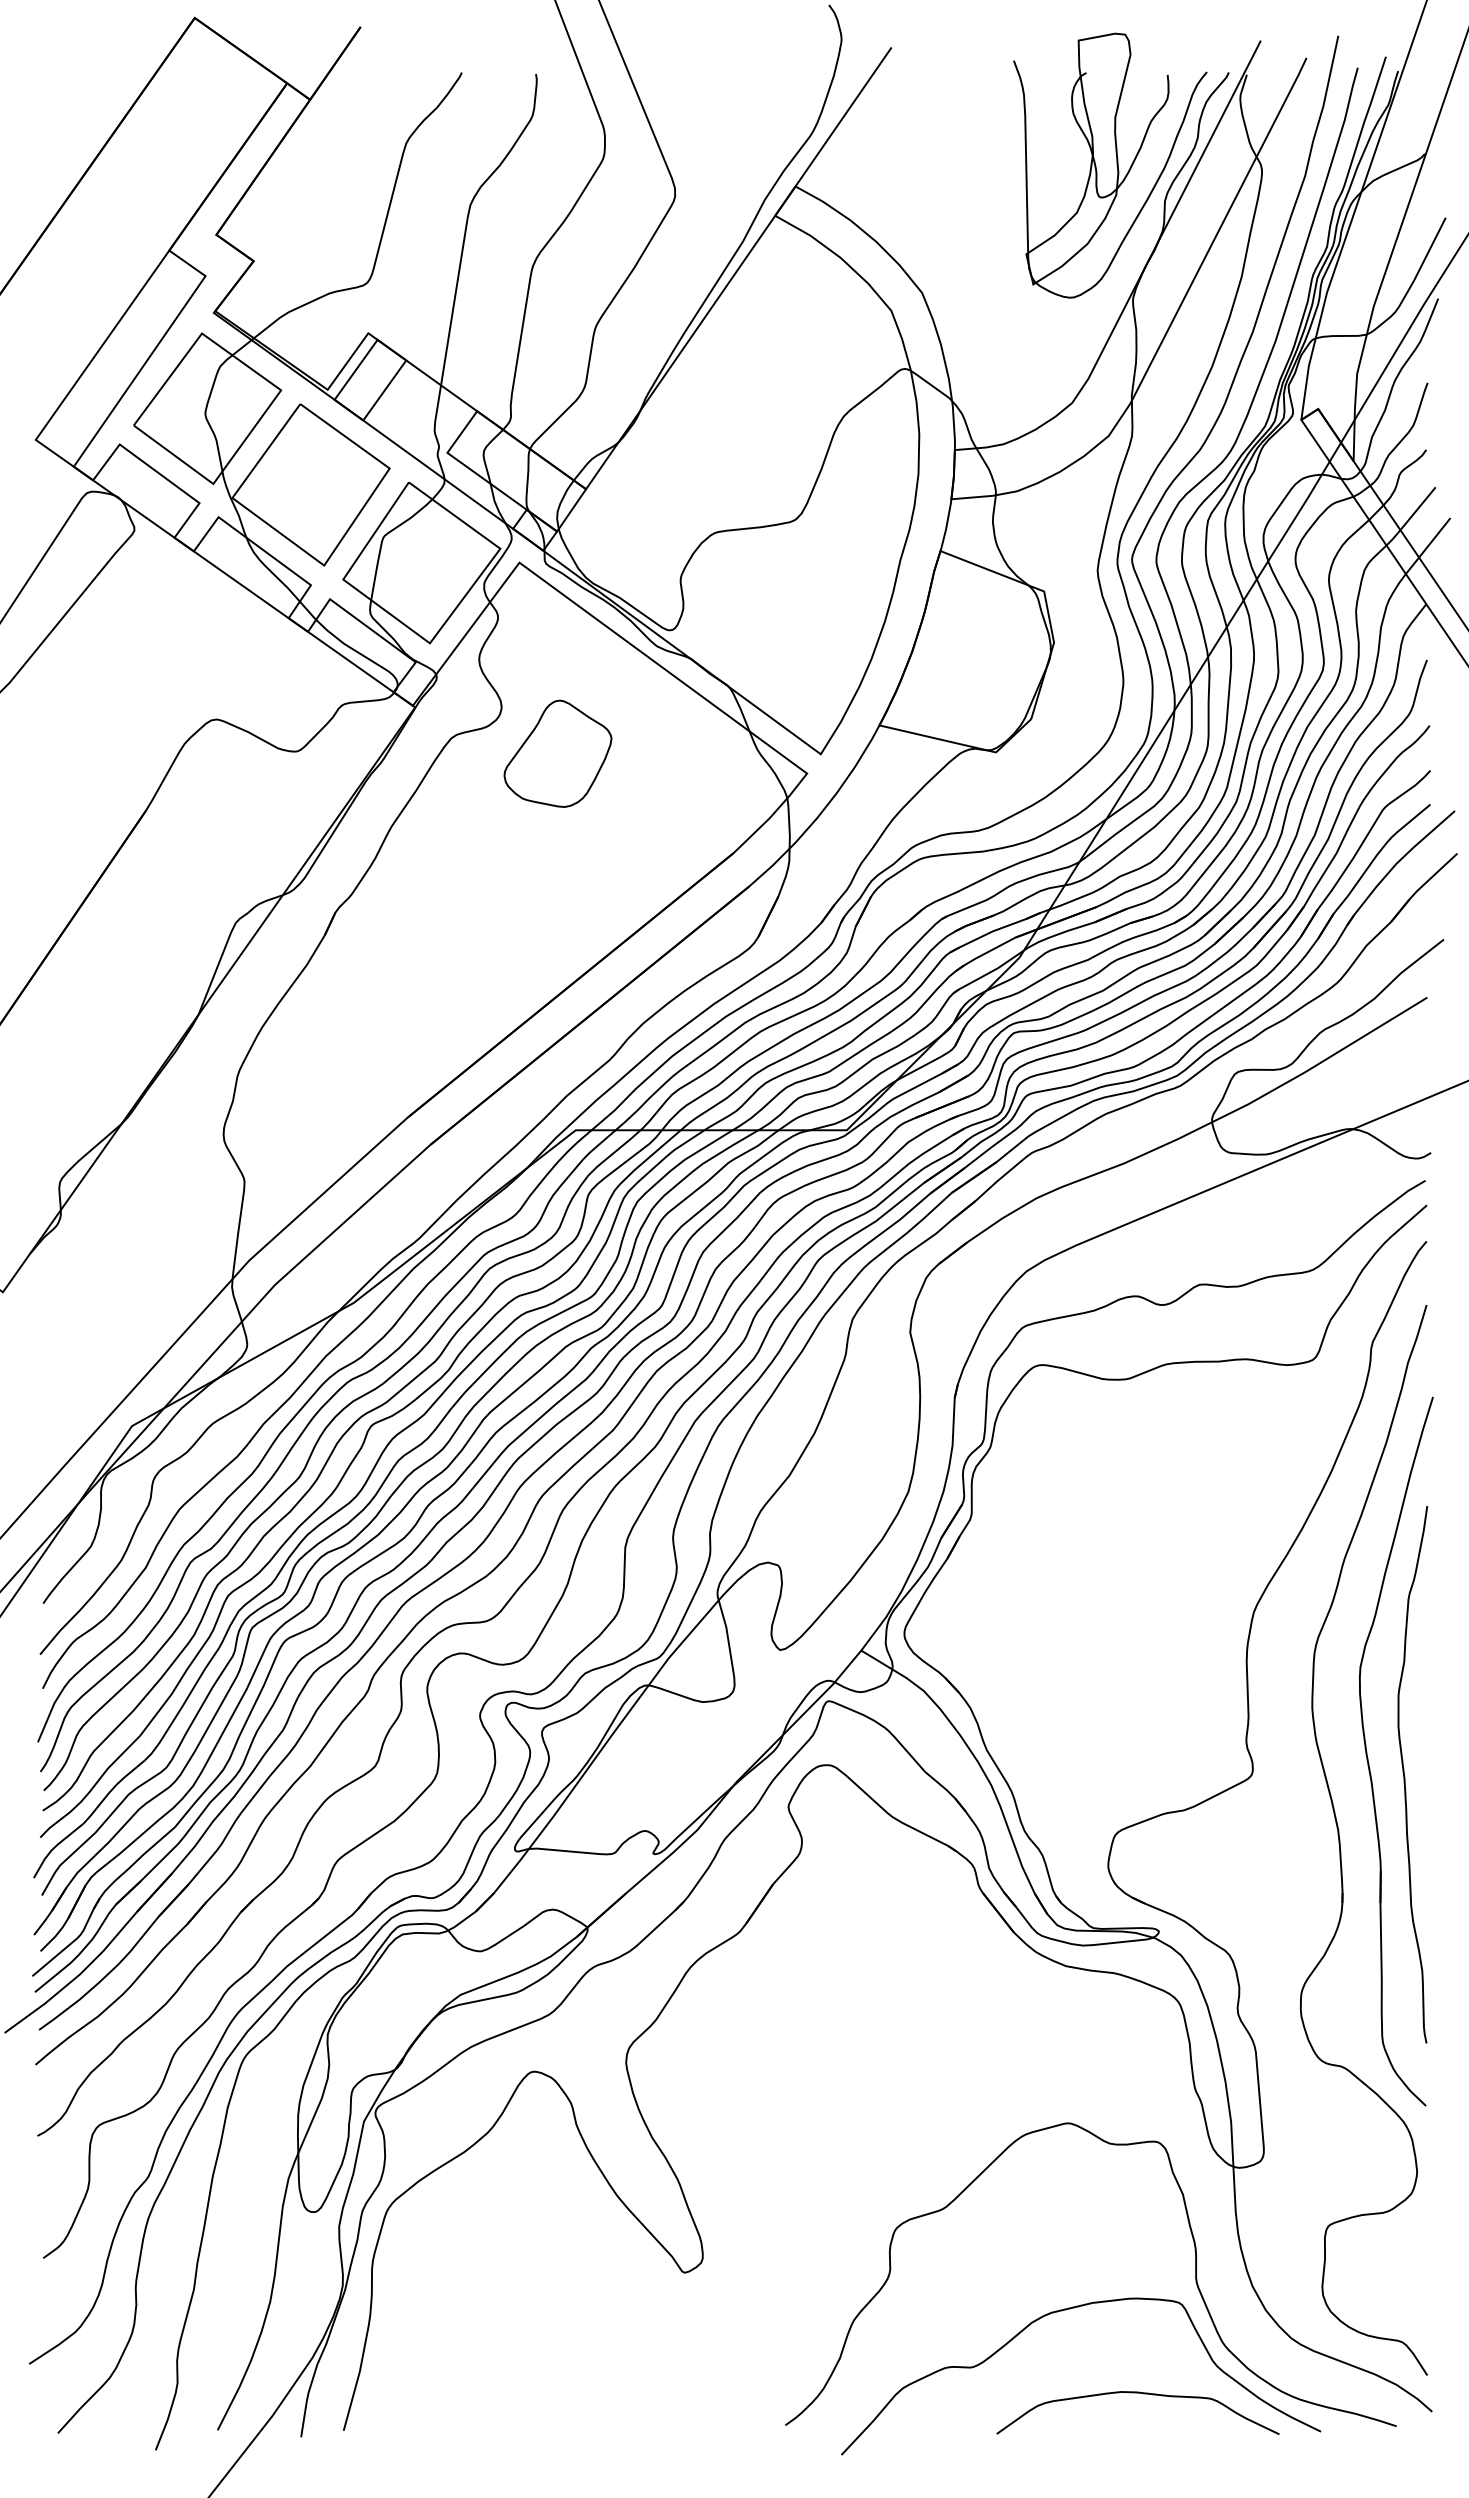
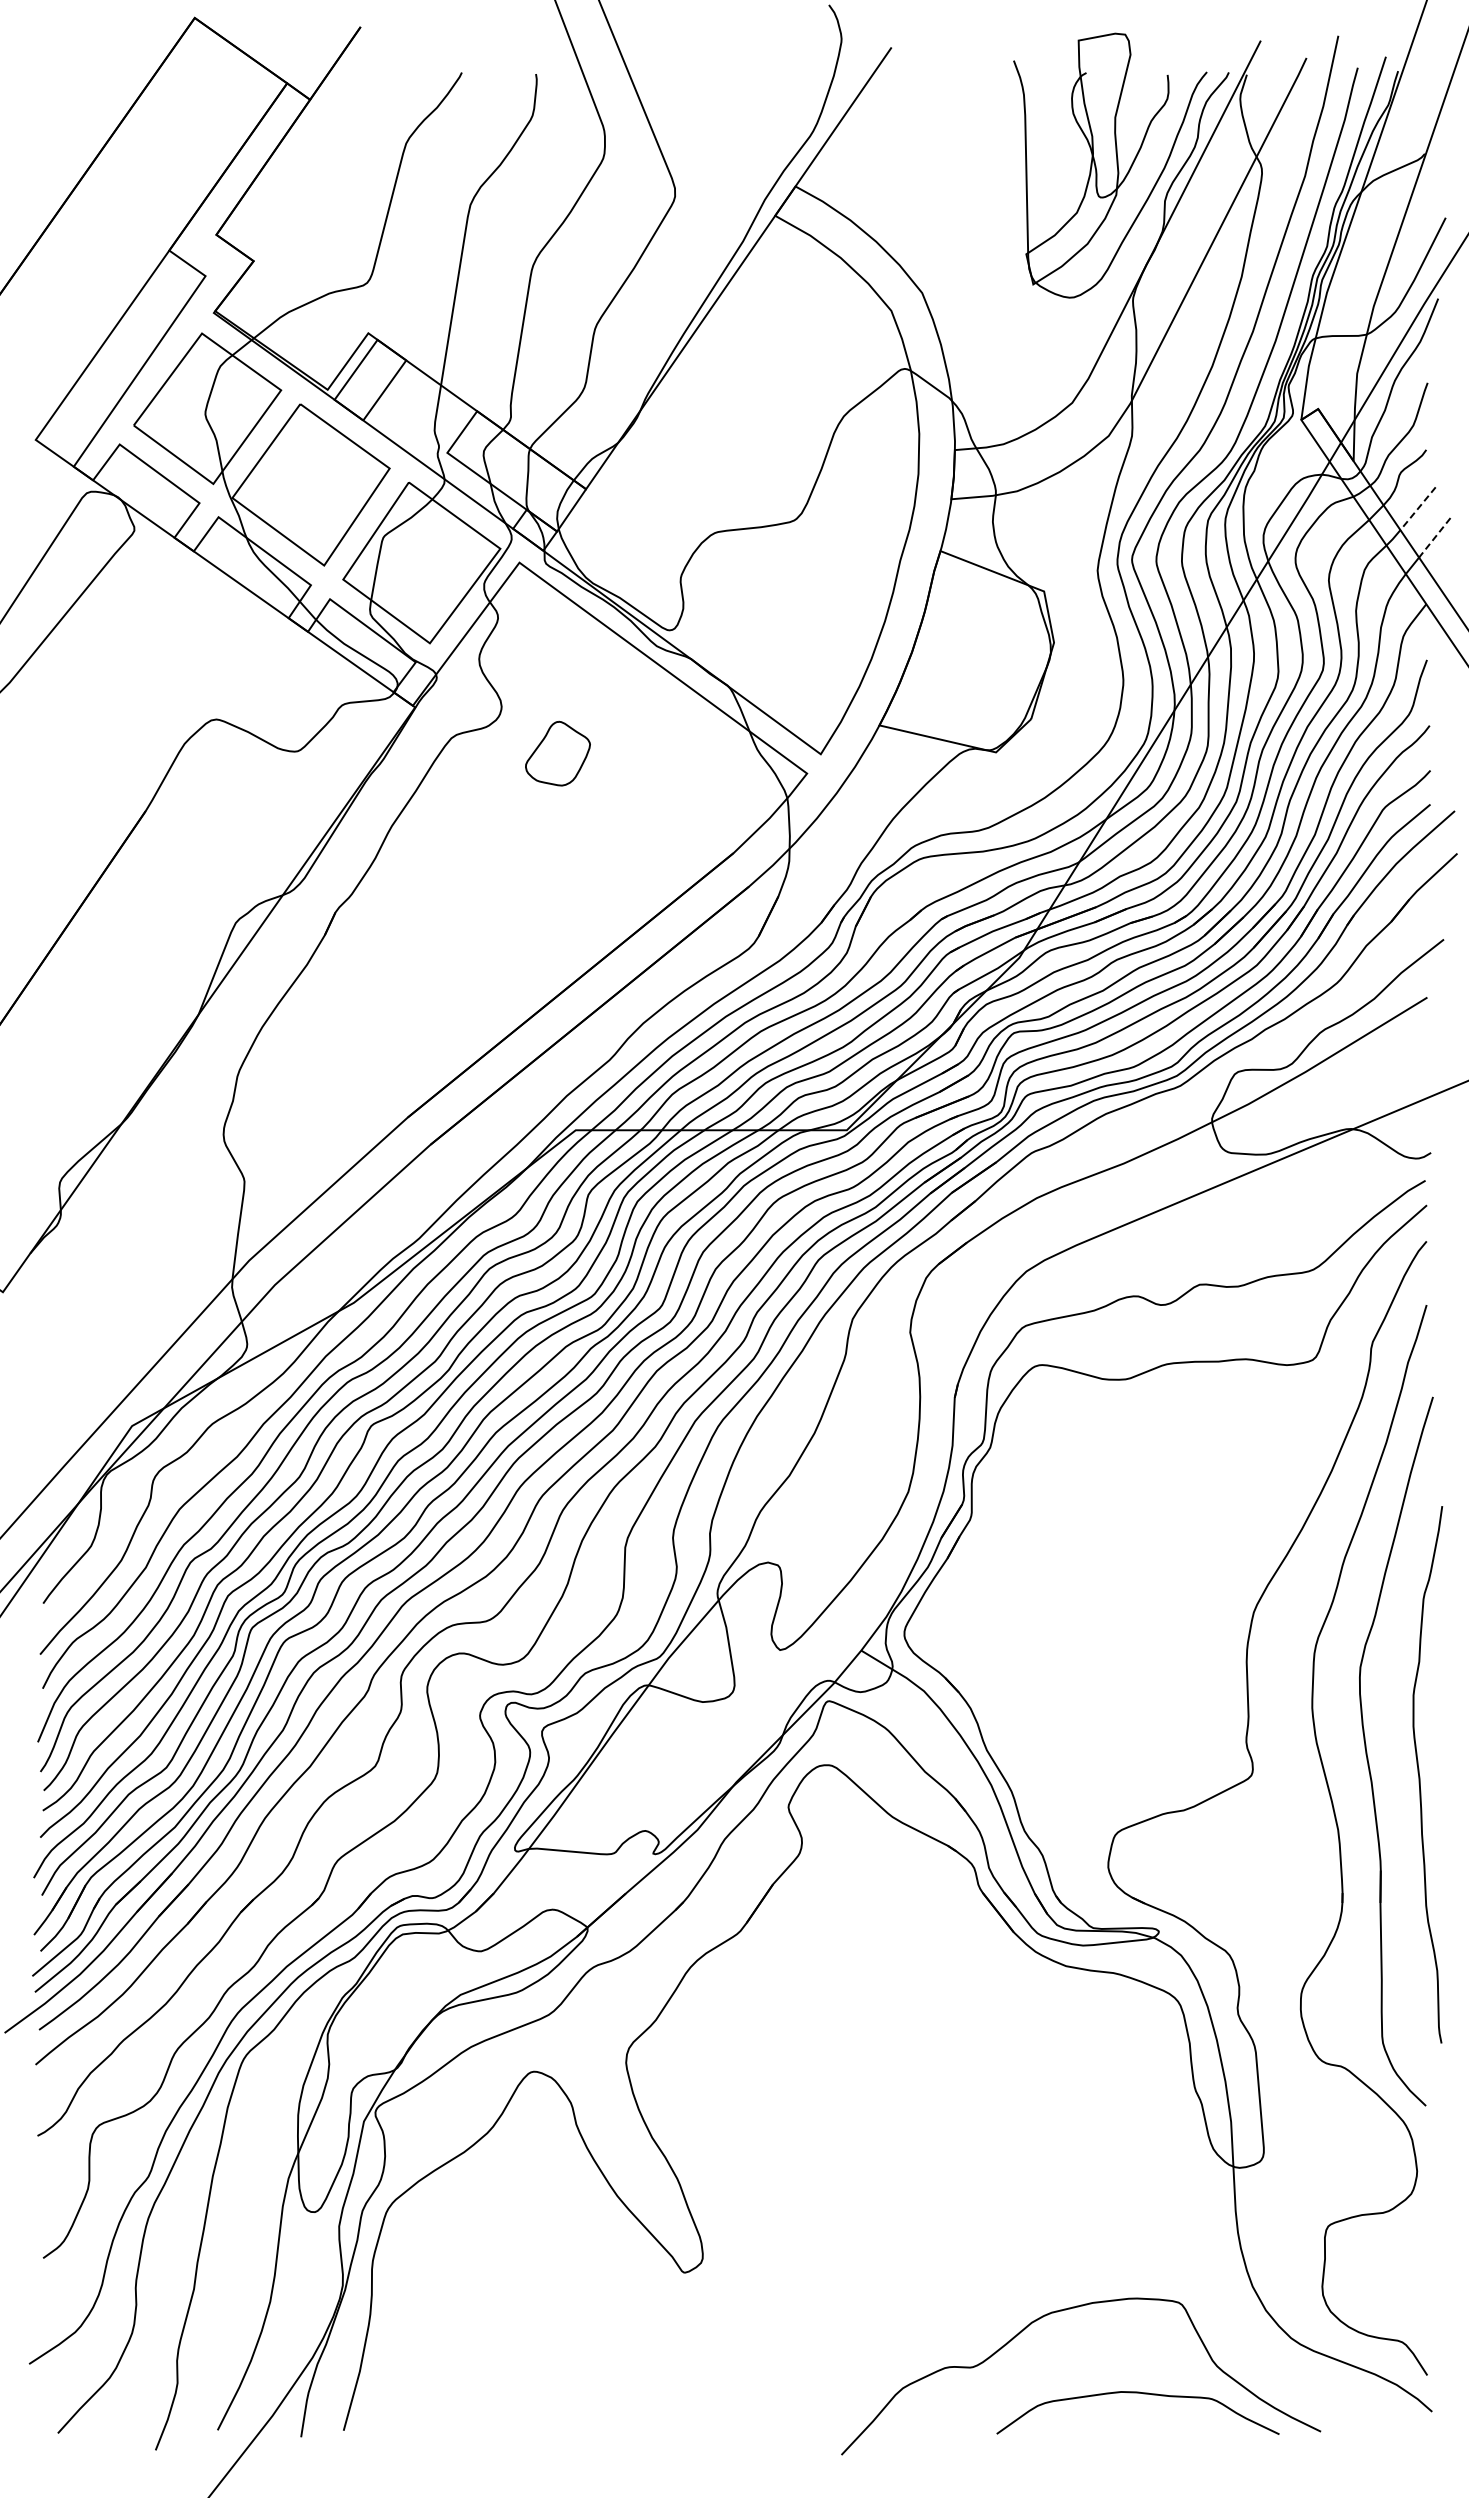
line at (1418, 508): solid -> dashed
line at (1434, 538): solid -> dashed
part at (557, 753) size: 110x109 px -> 66x67 px
curve at (1405, 1776) position: (1405, 1776) -> (1420, 1776)
curve at (1195, 2274): present -> none
